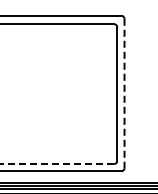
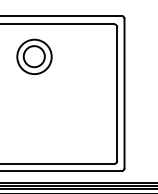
part at (34, 56): none -> present
line at (124, 93): dashed -> solid
line at (57, 163): dashed -> solid
